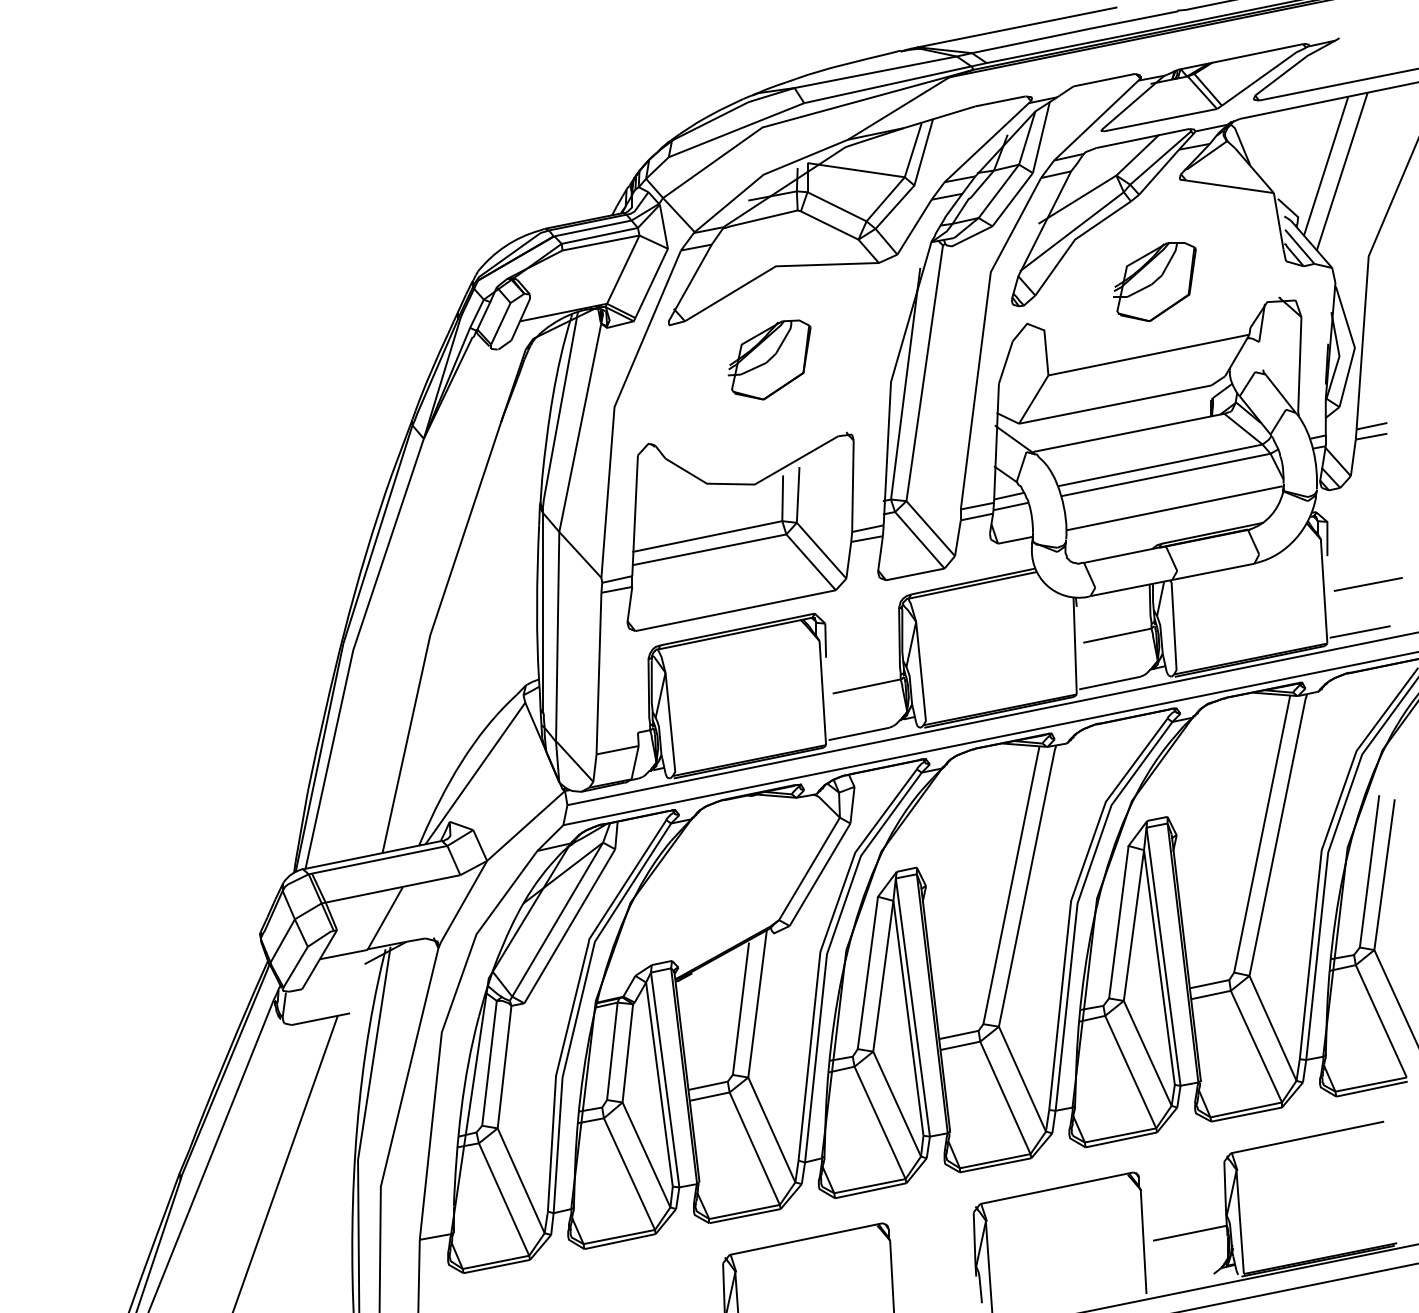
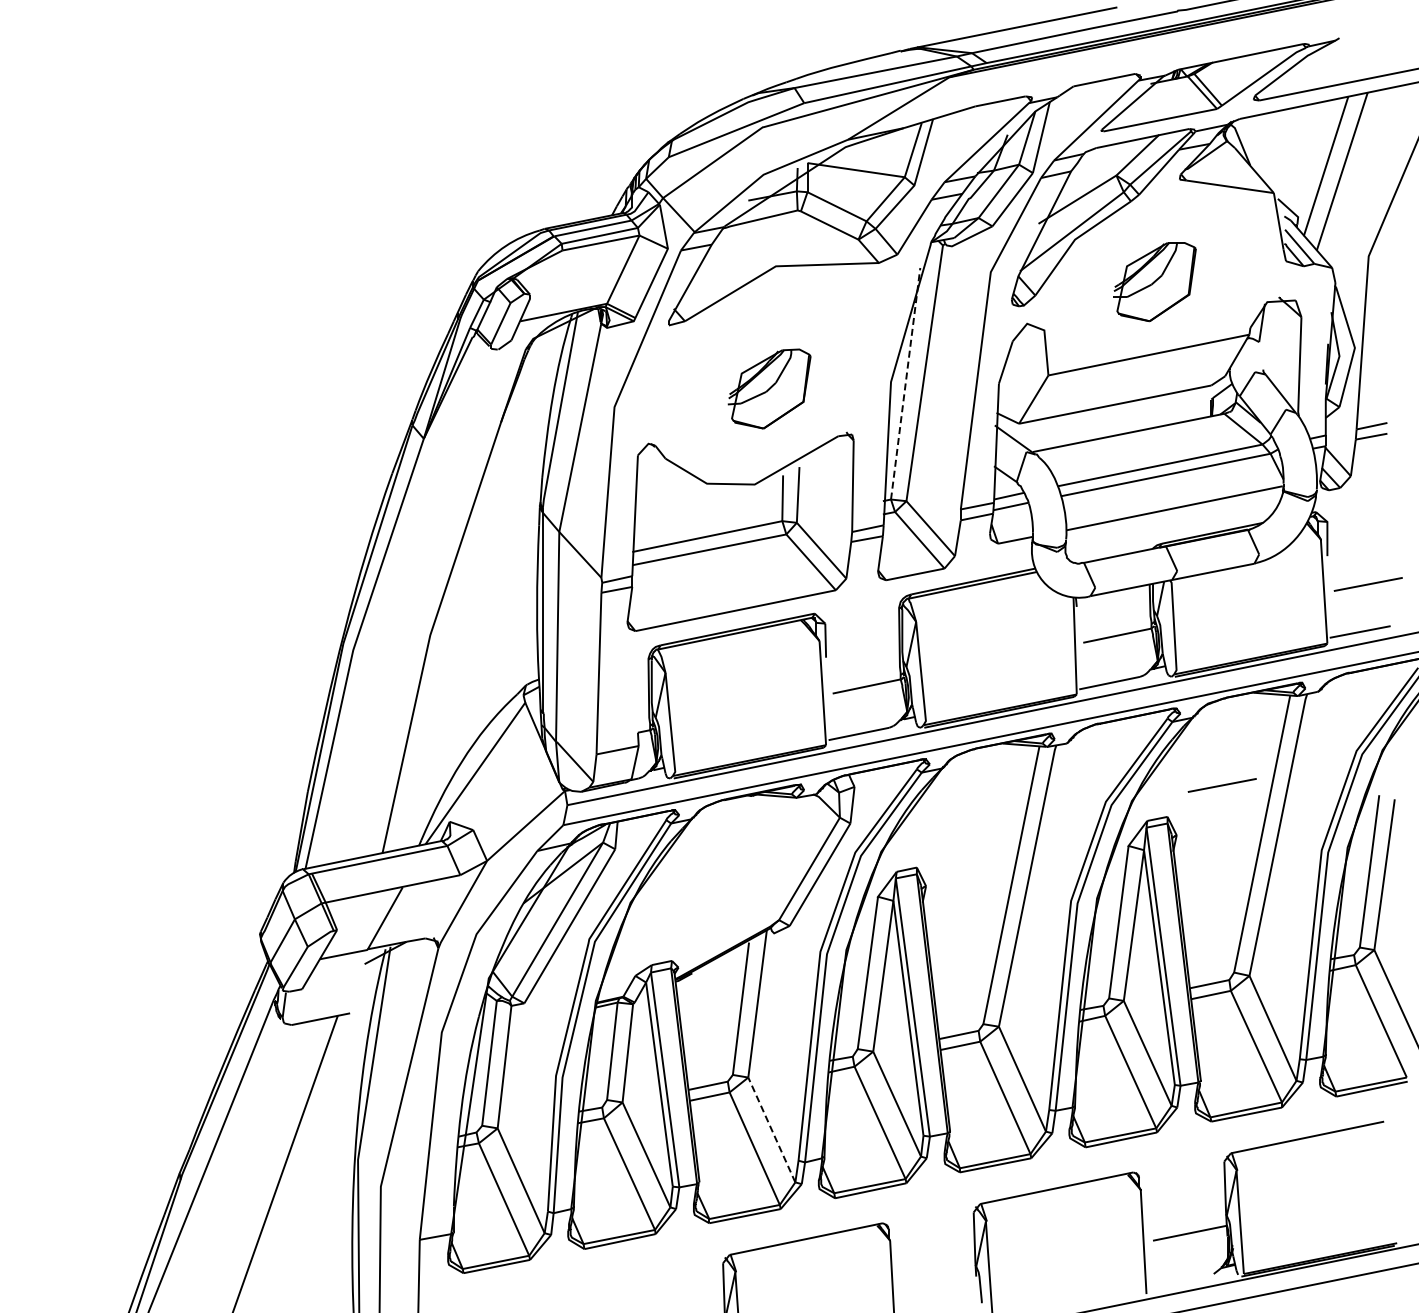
part at (769, 359) position: (769, 359) -> (769, 388)
line at (905, 383): solid -> dashed
line at (1221, 785): none -> present
line at (771, 1129): solid -> dashed
